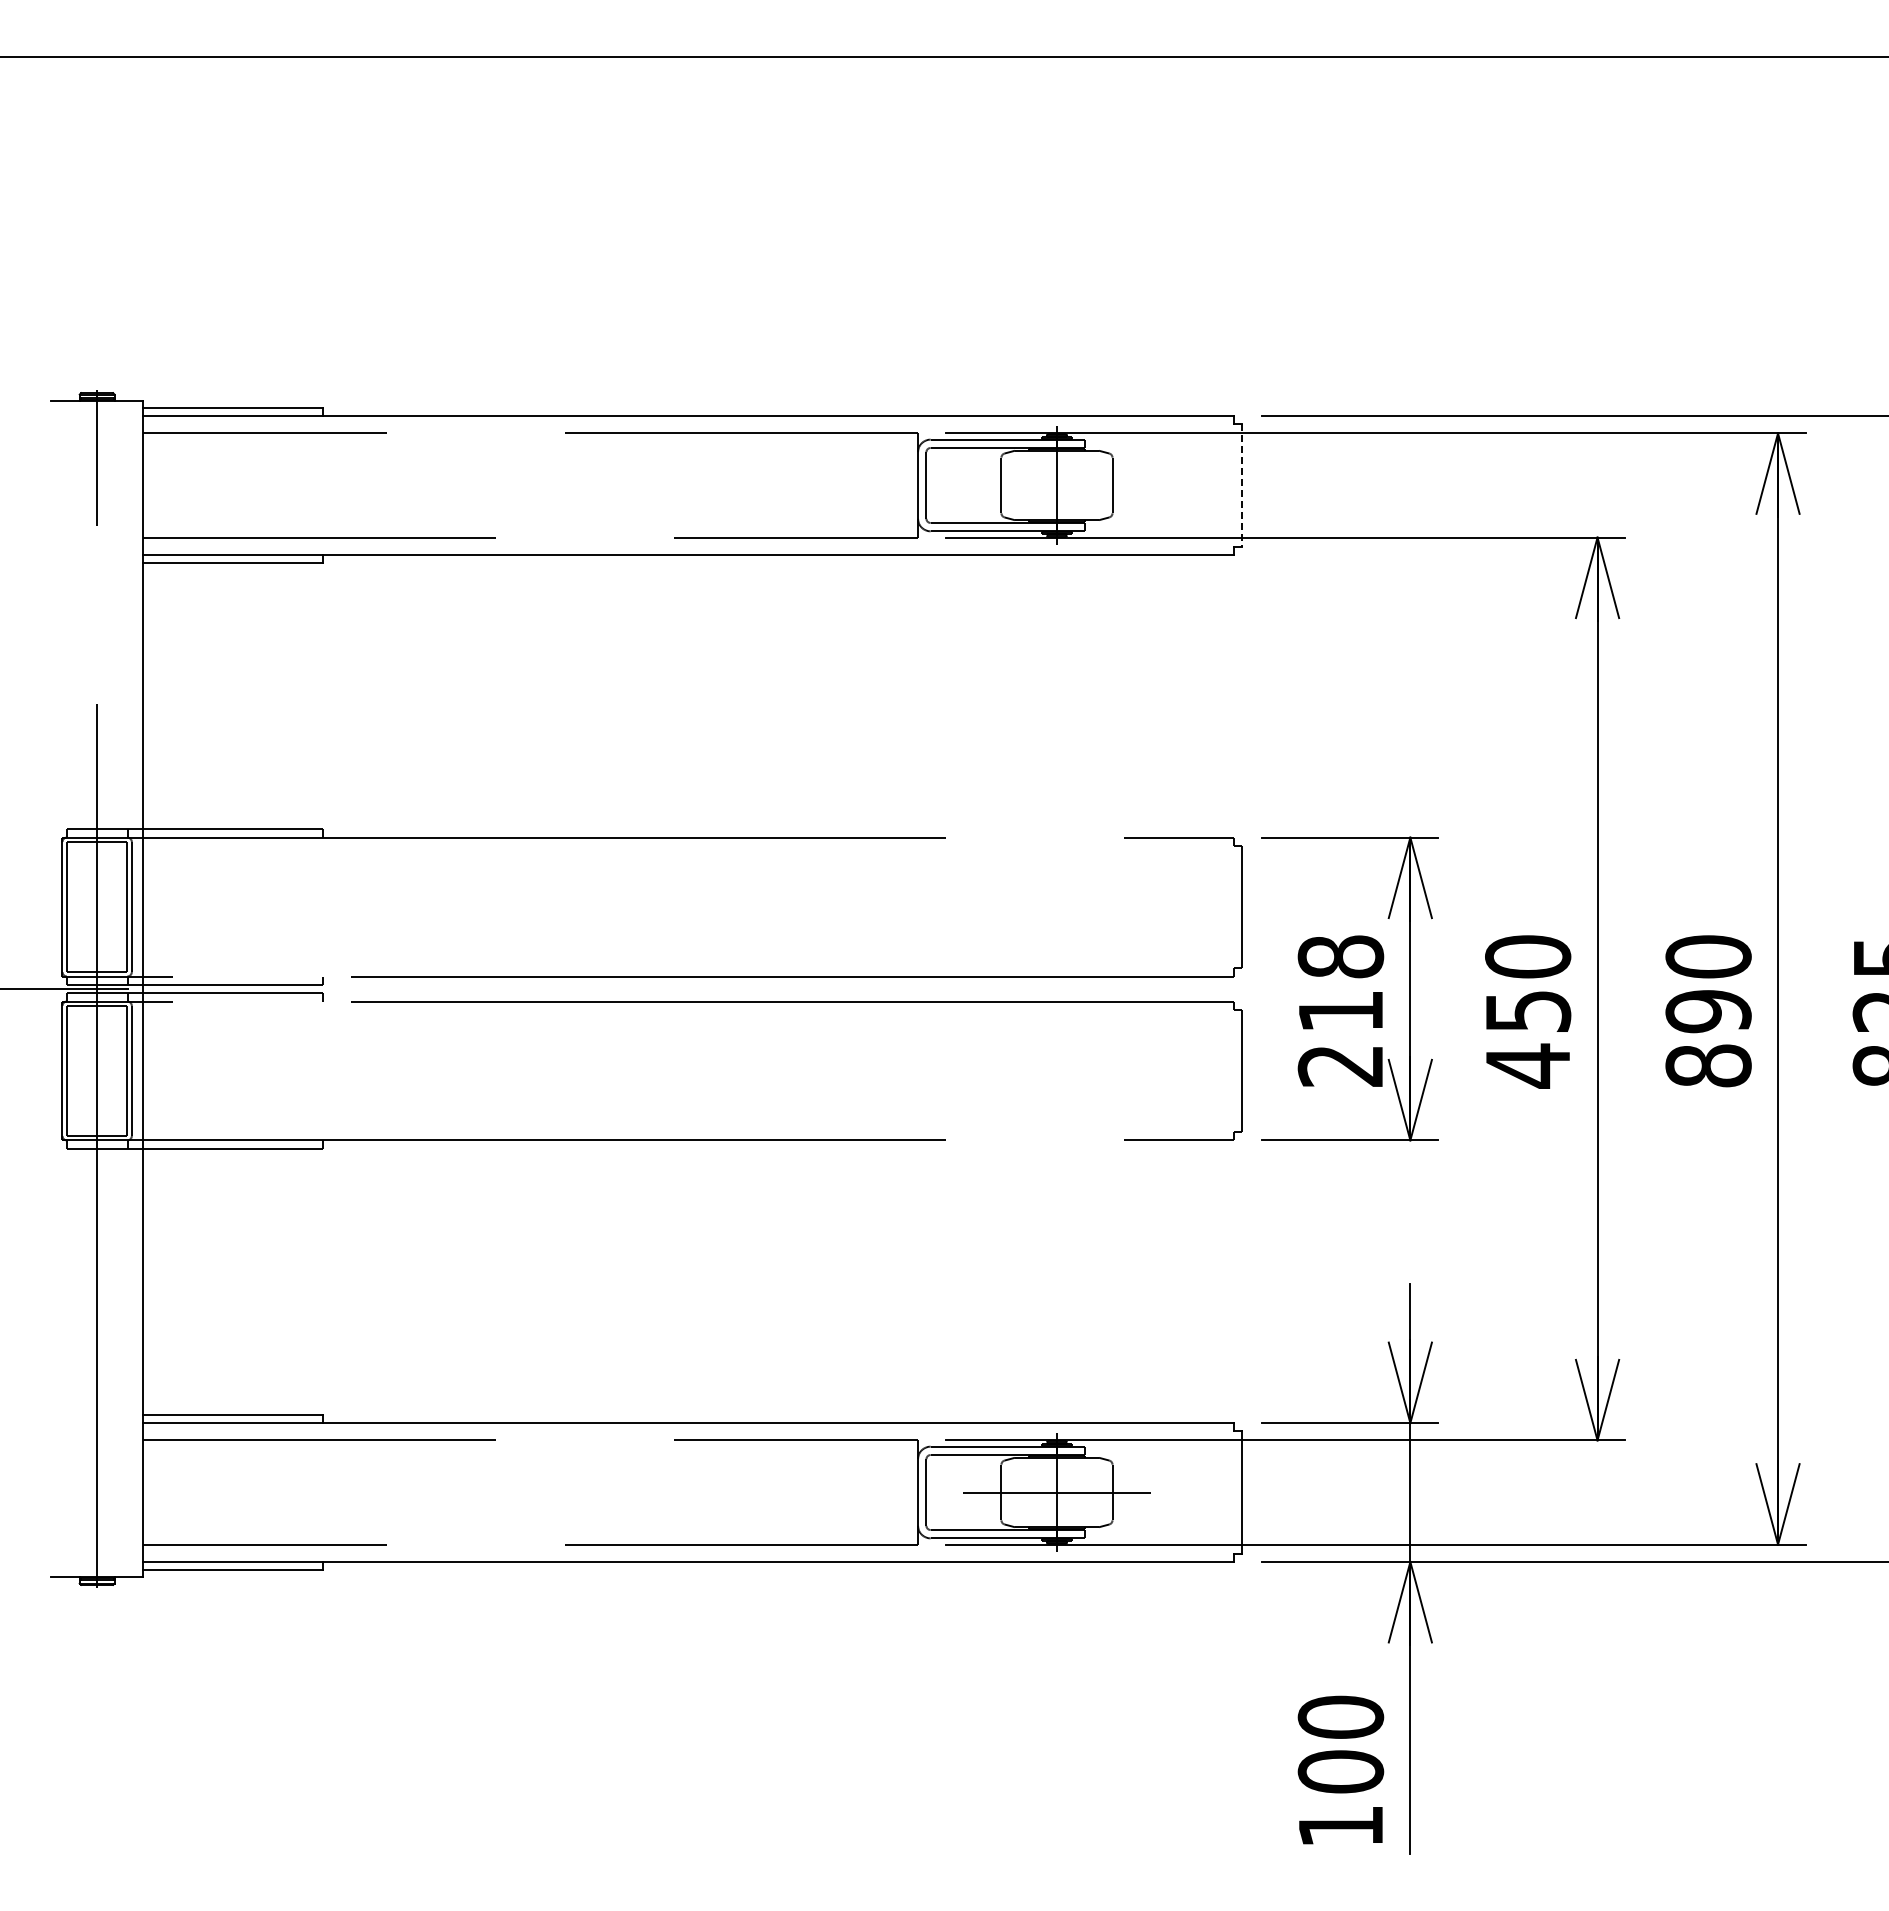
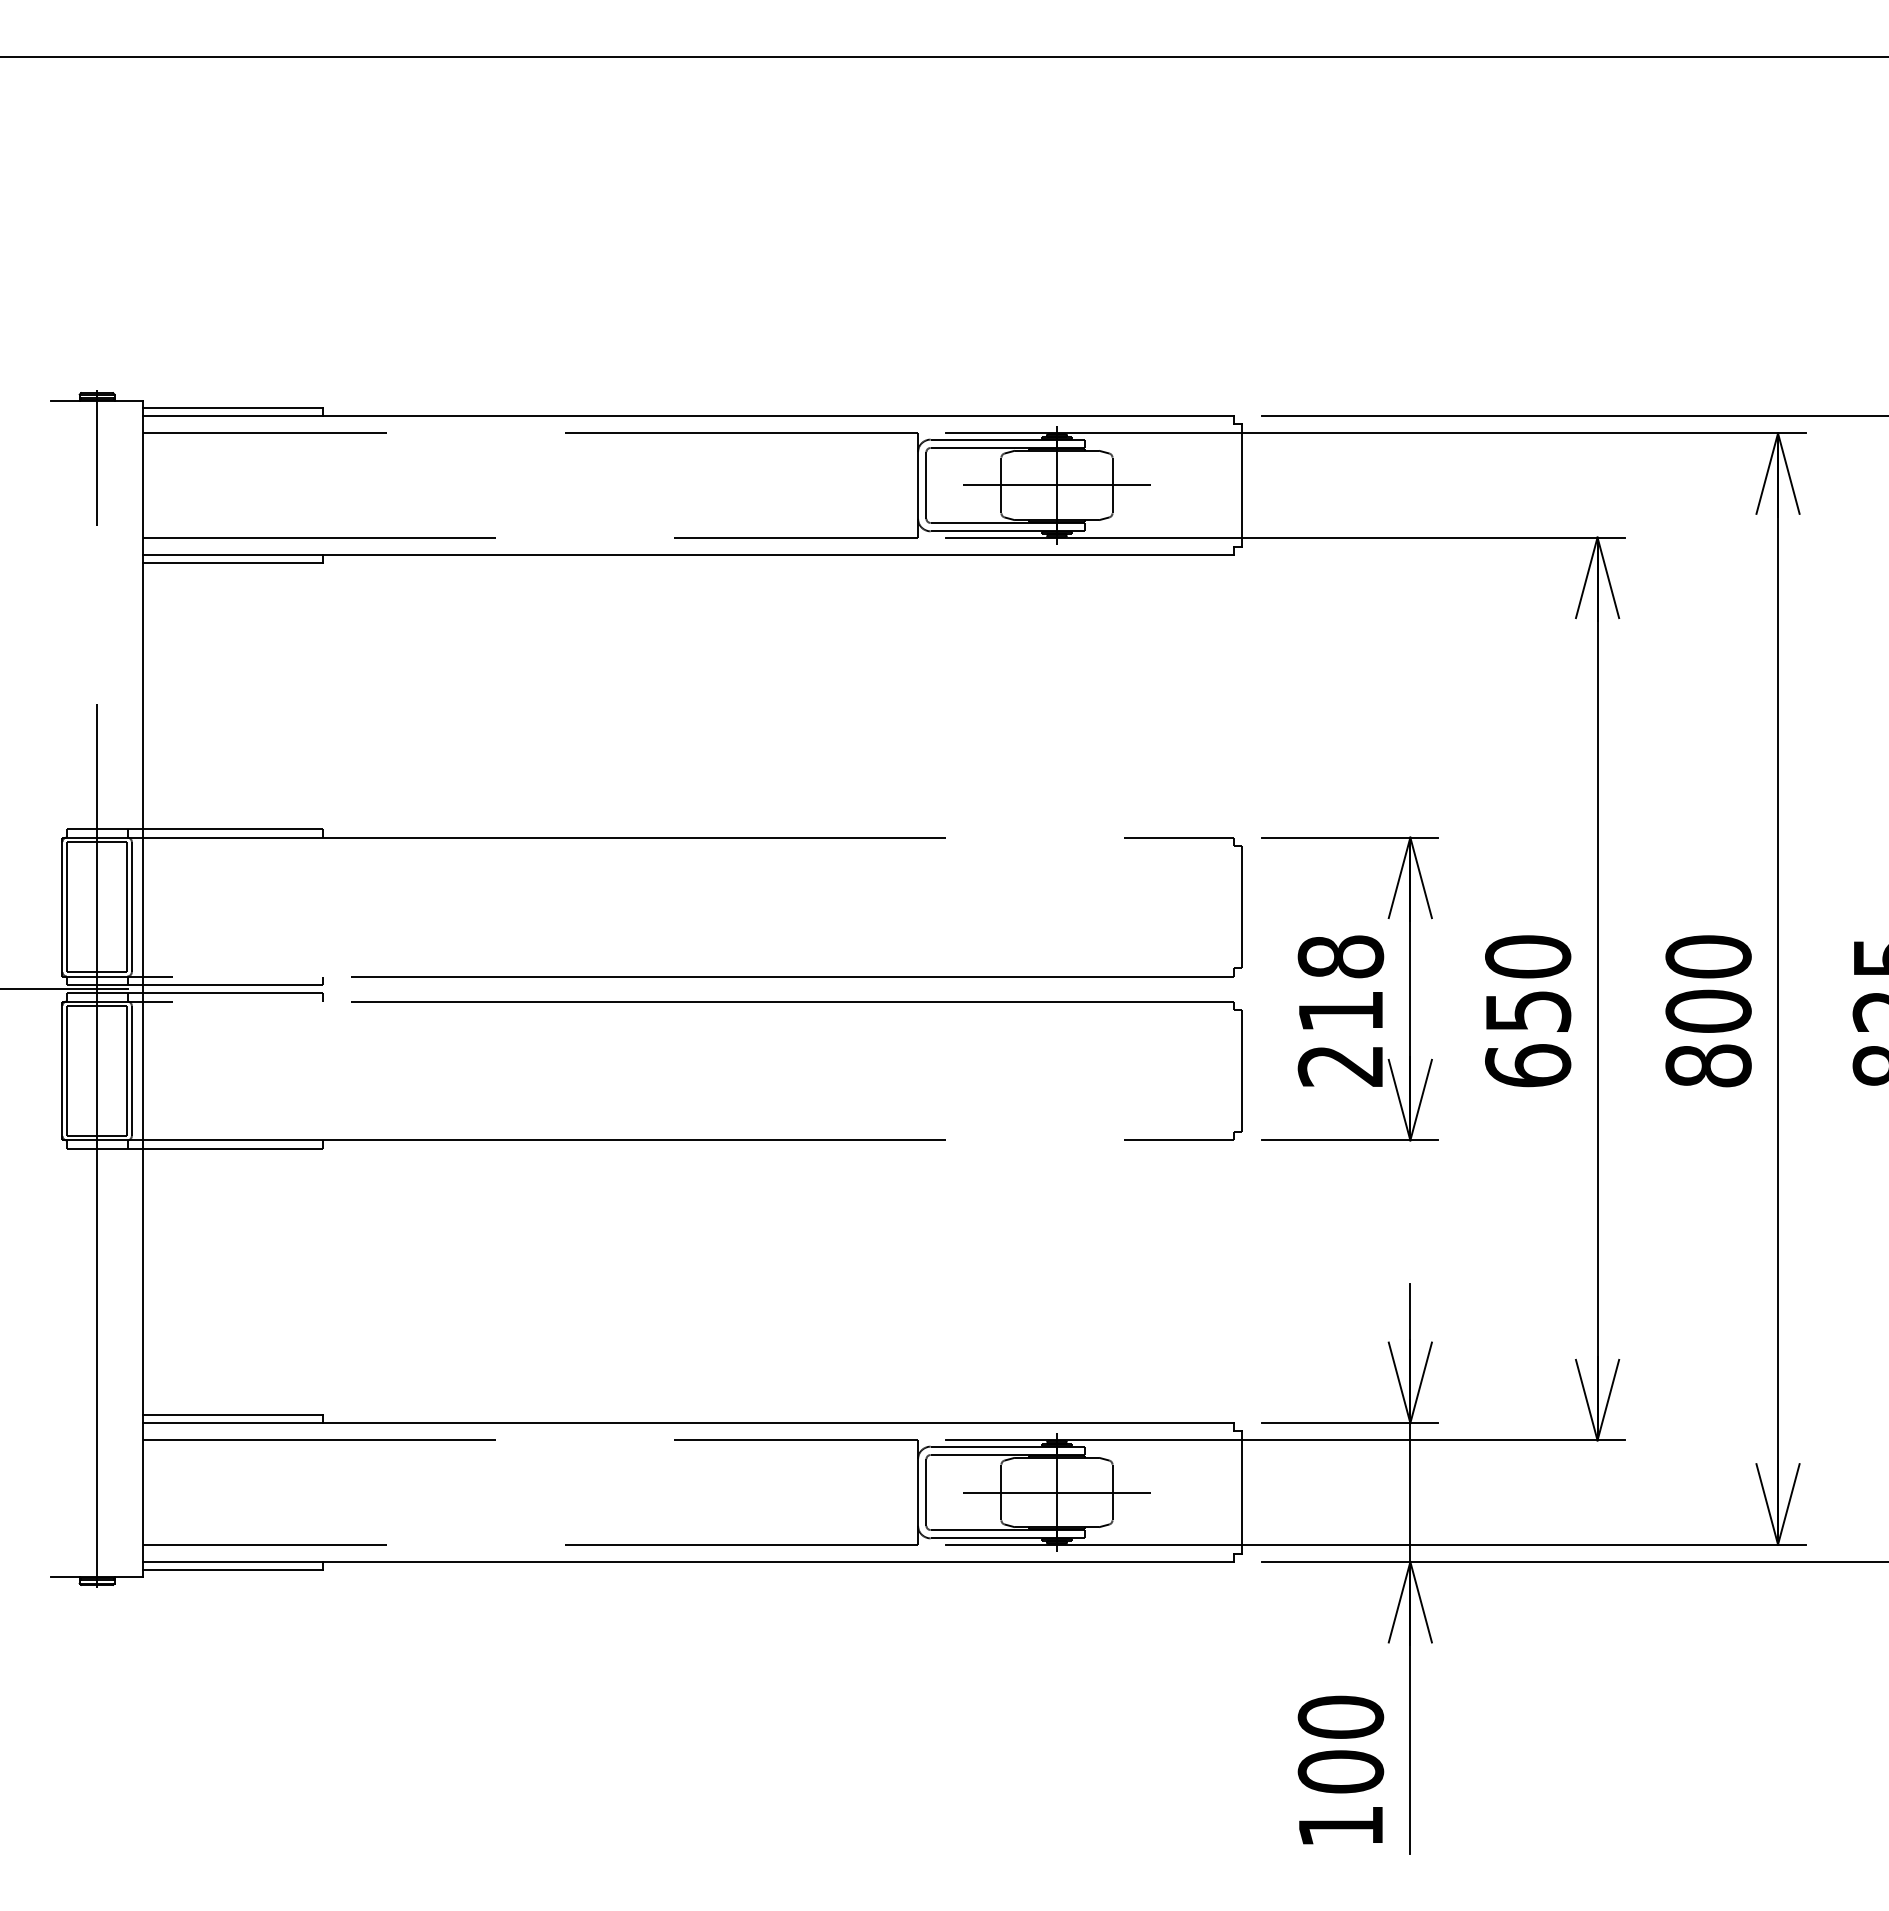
line at (1056, 485): none -> present
line at (1242, 485): dashed -> solid
text at (1708, 1011): 890 -> 800
text at (1528, 1065): 450 -> 650
